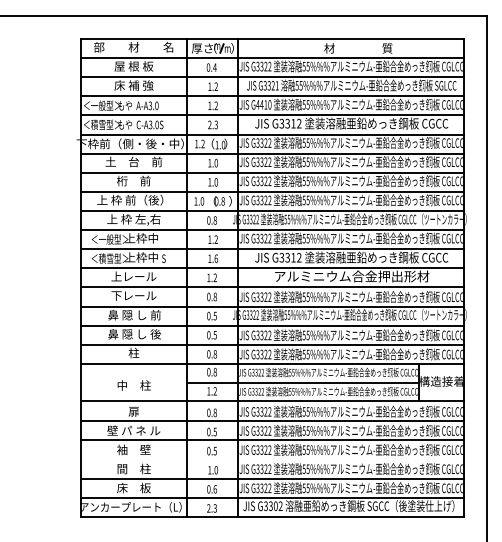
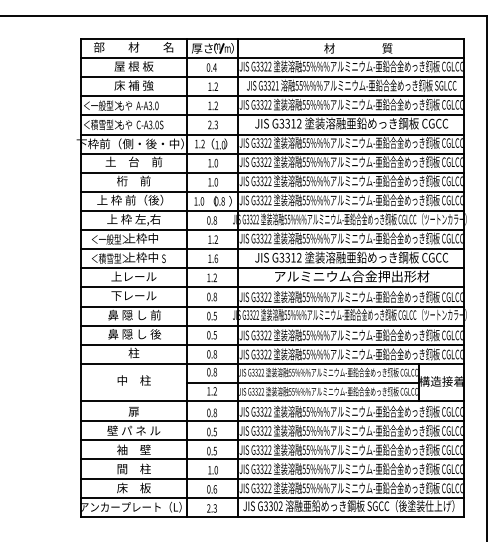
text at (263, 104): G4410 -> G3322
text at (133, 385) position: (133, 385) -> (133, 380)
line at (272, 459): none -> present
